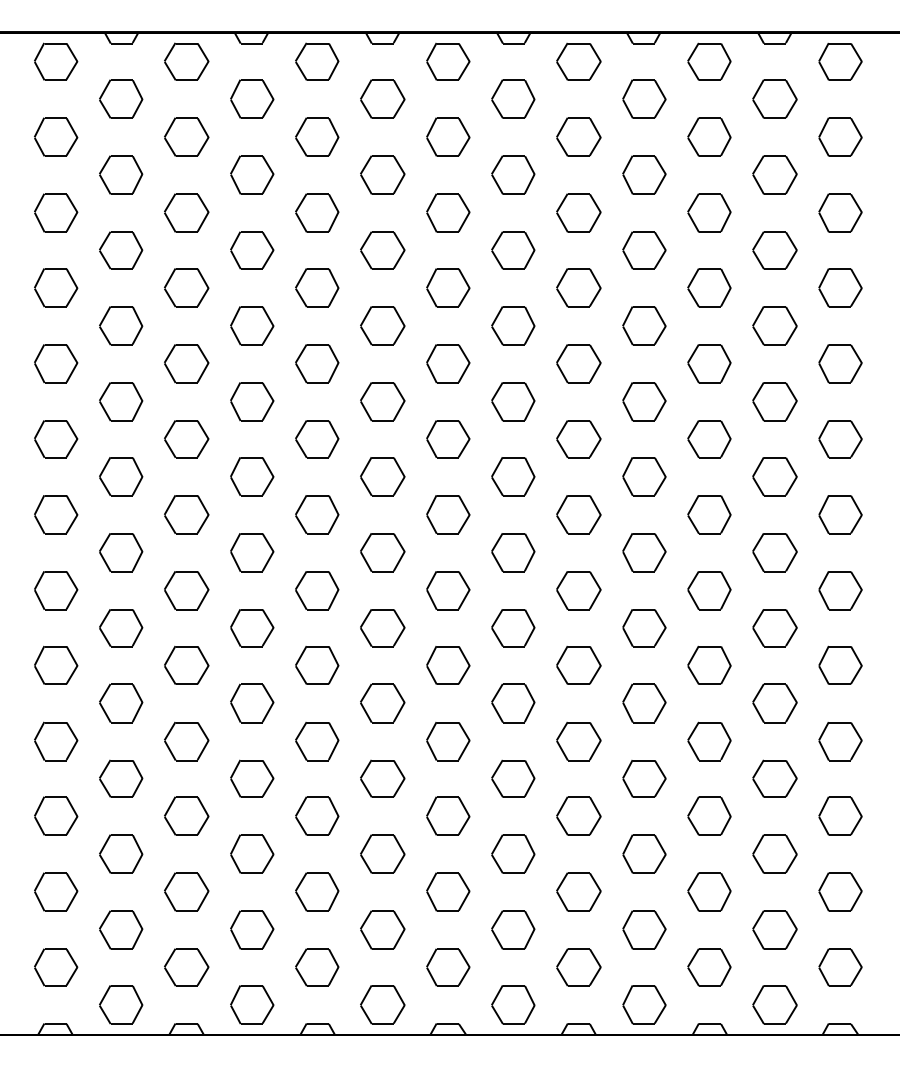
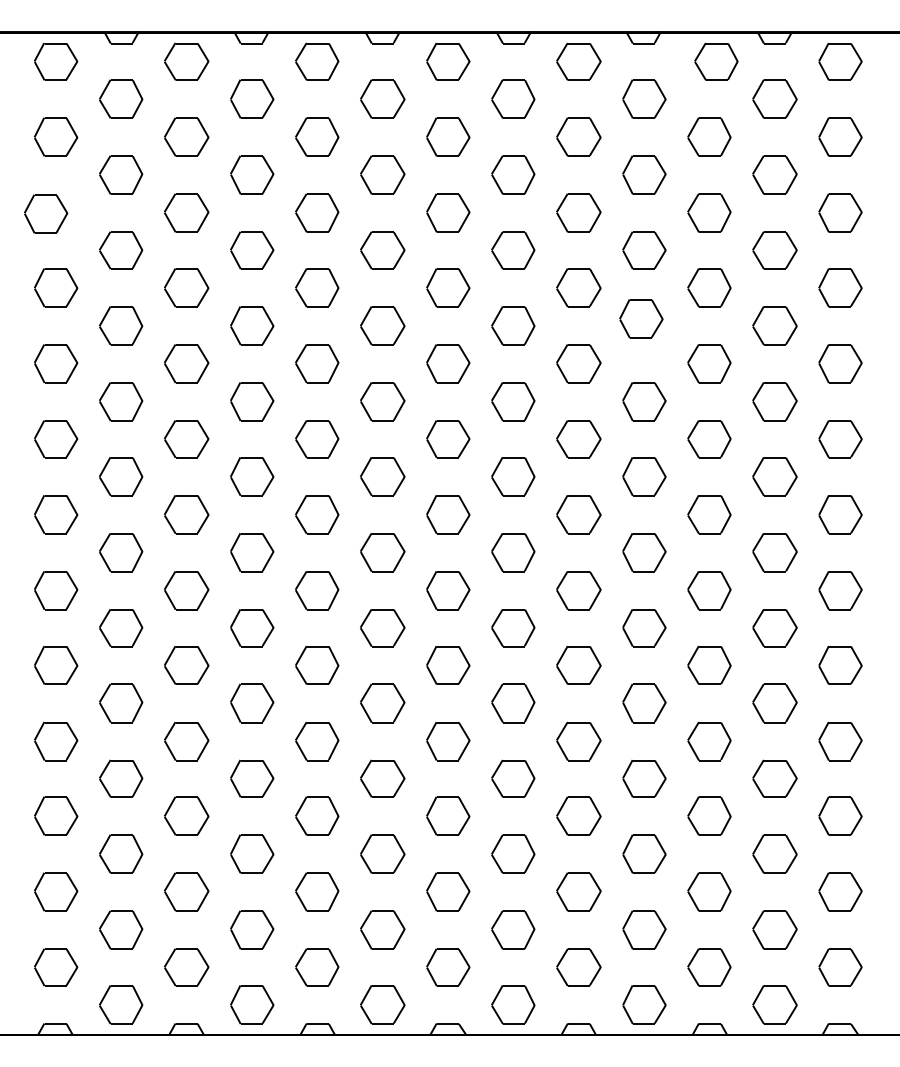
part at (709, 61) position: (709, 61) -> (716, 61)
part at (56, 212) position: (56, 212) -> (46, 213)
part at (644, 325) position: (644, 325) -> (641, 318)
